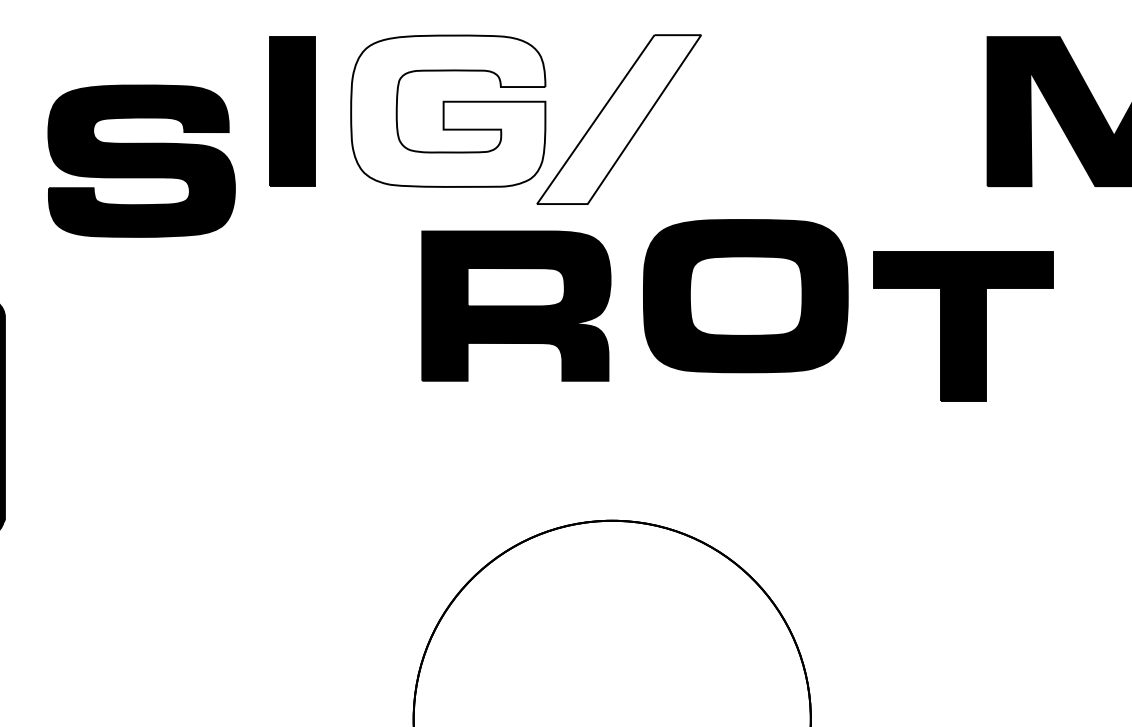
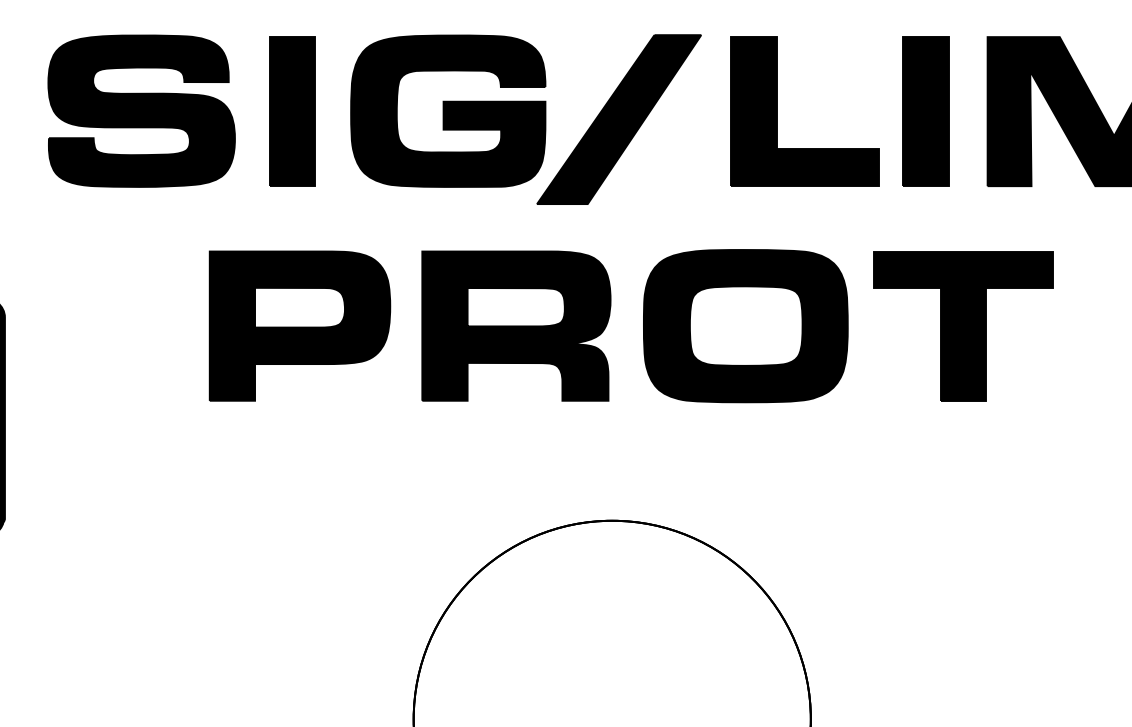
fill at (448, 110): none -> present
part at (777, 111): none -> present
part at (925, 111): none -> present
fill at (619, 119): none -> present
part at (141, 160) position: (141, 160) -> (141, 110)
part at (745, 296) position: (745, 296) -> (745, 326)
part at (516, 305) position: (516, 305) -> (516, 325)
part at (299, 325): none -> present
